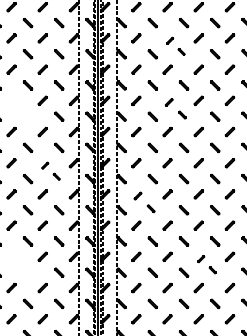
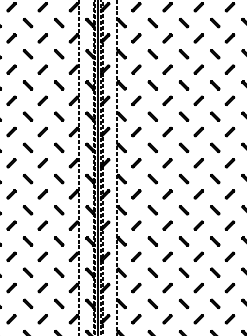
part at (175, 45) size: 20x20 px -> 28x27 px
part at (19, 108): none -> present
part at (175, 108) size: 22x22 px -> 28x27 px
part at (50, 170) size: 20x20 px -> 28x27 px
part at (144, 202) size: 23x23 px -> 27x27 px
part at (19, 264): none -> present
part at (206, 264) size: 20x20 px -> 28x27 px
